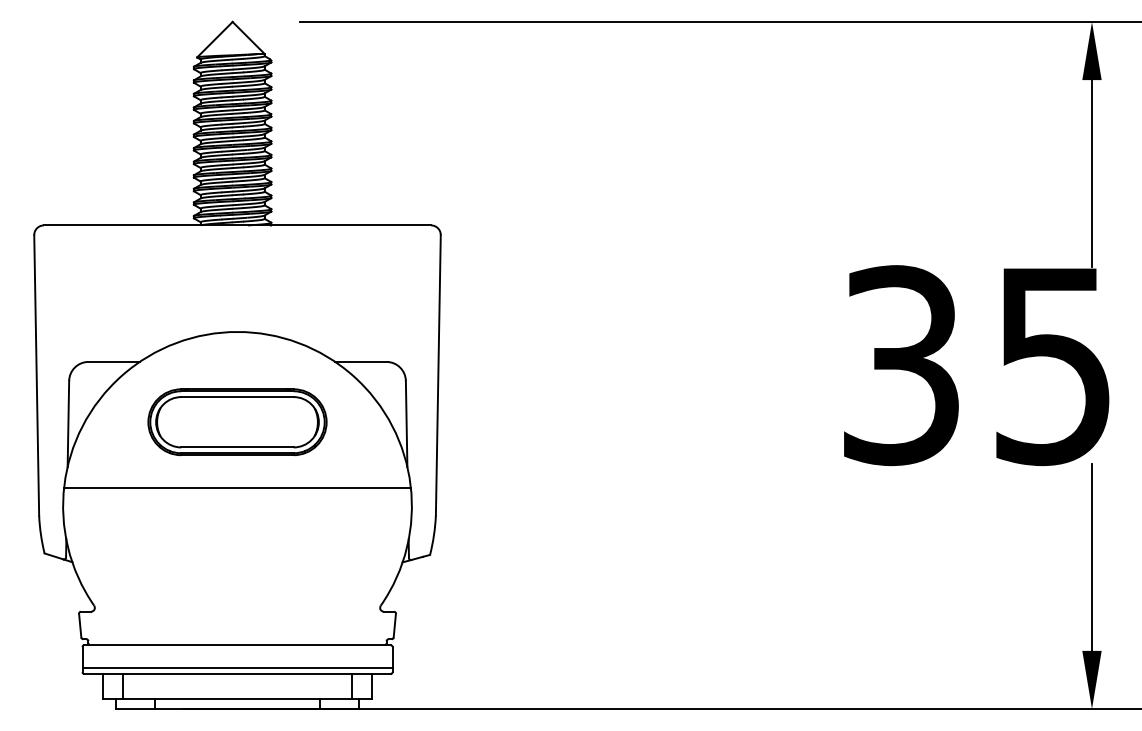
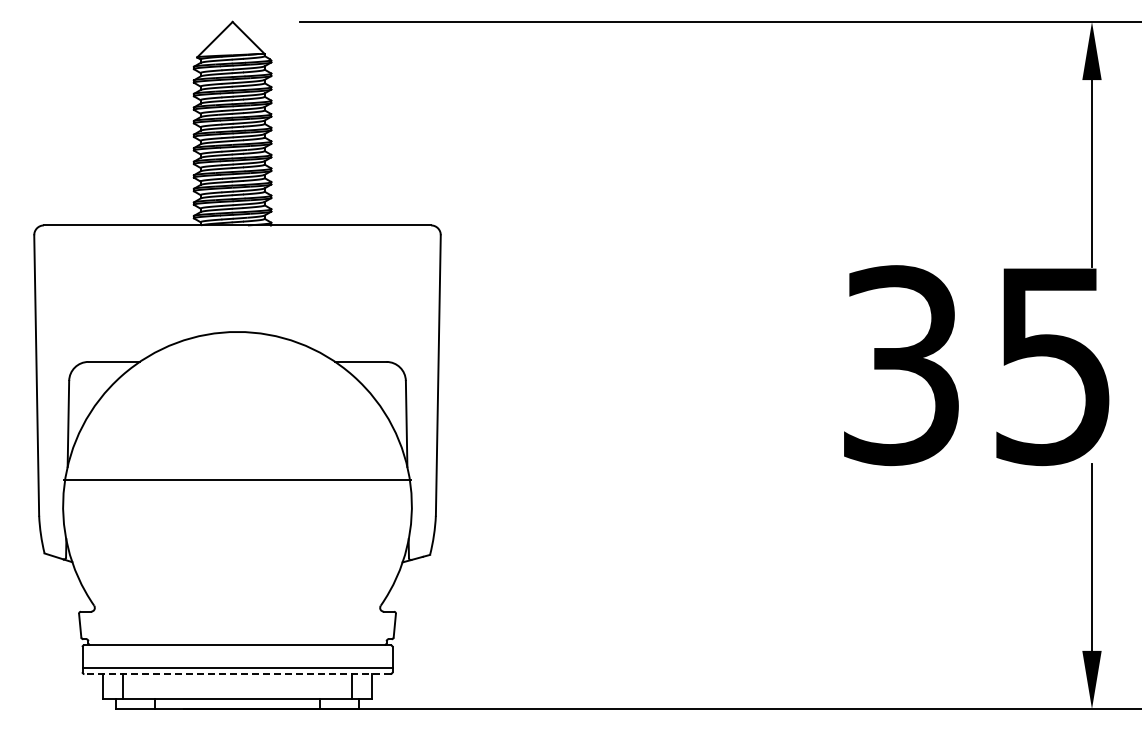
part at (237, 422): present -> none
line at (237, 488) position: (237, 488) -> (237, 480)
line at (237, 674): solid -> dashed
